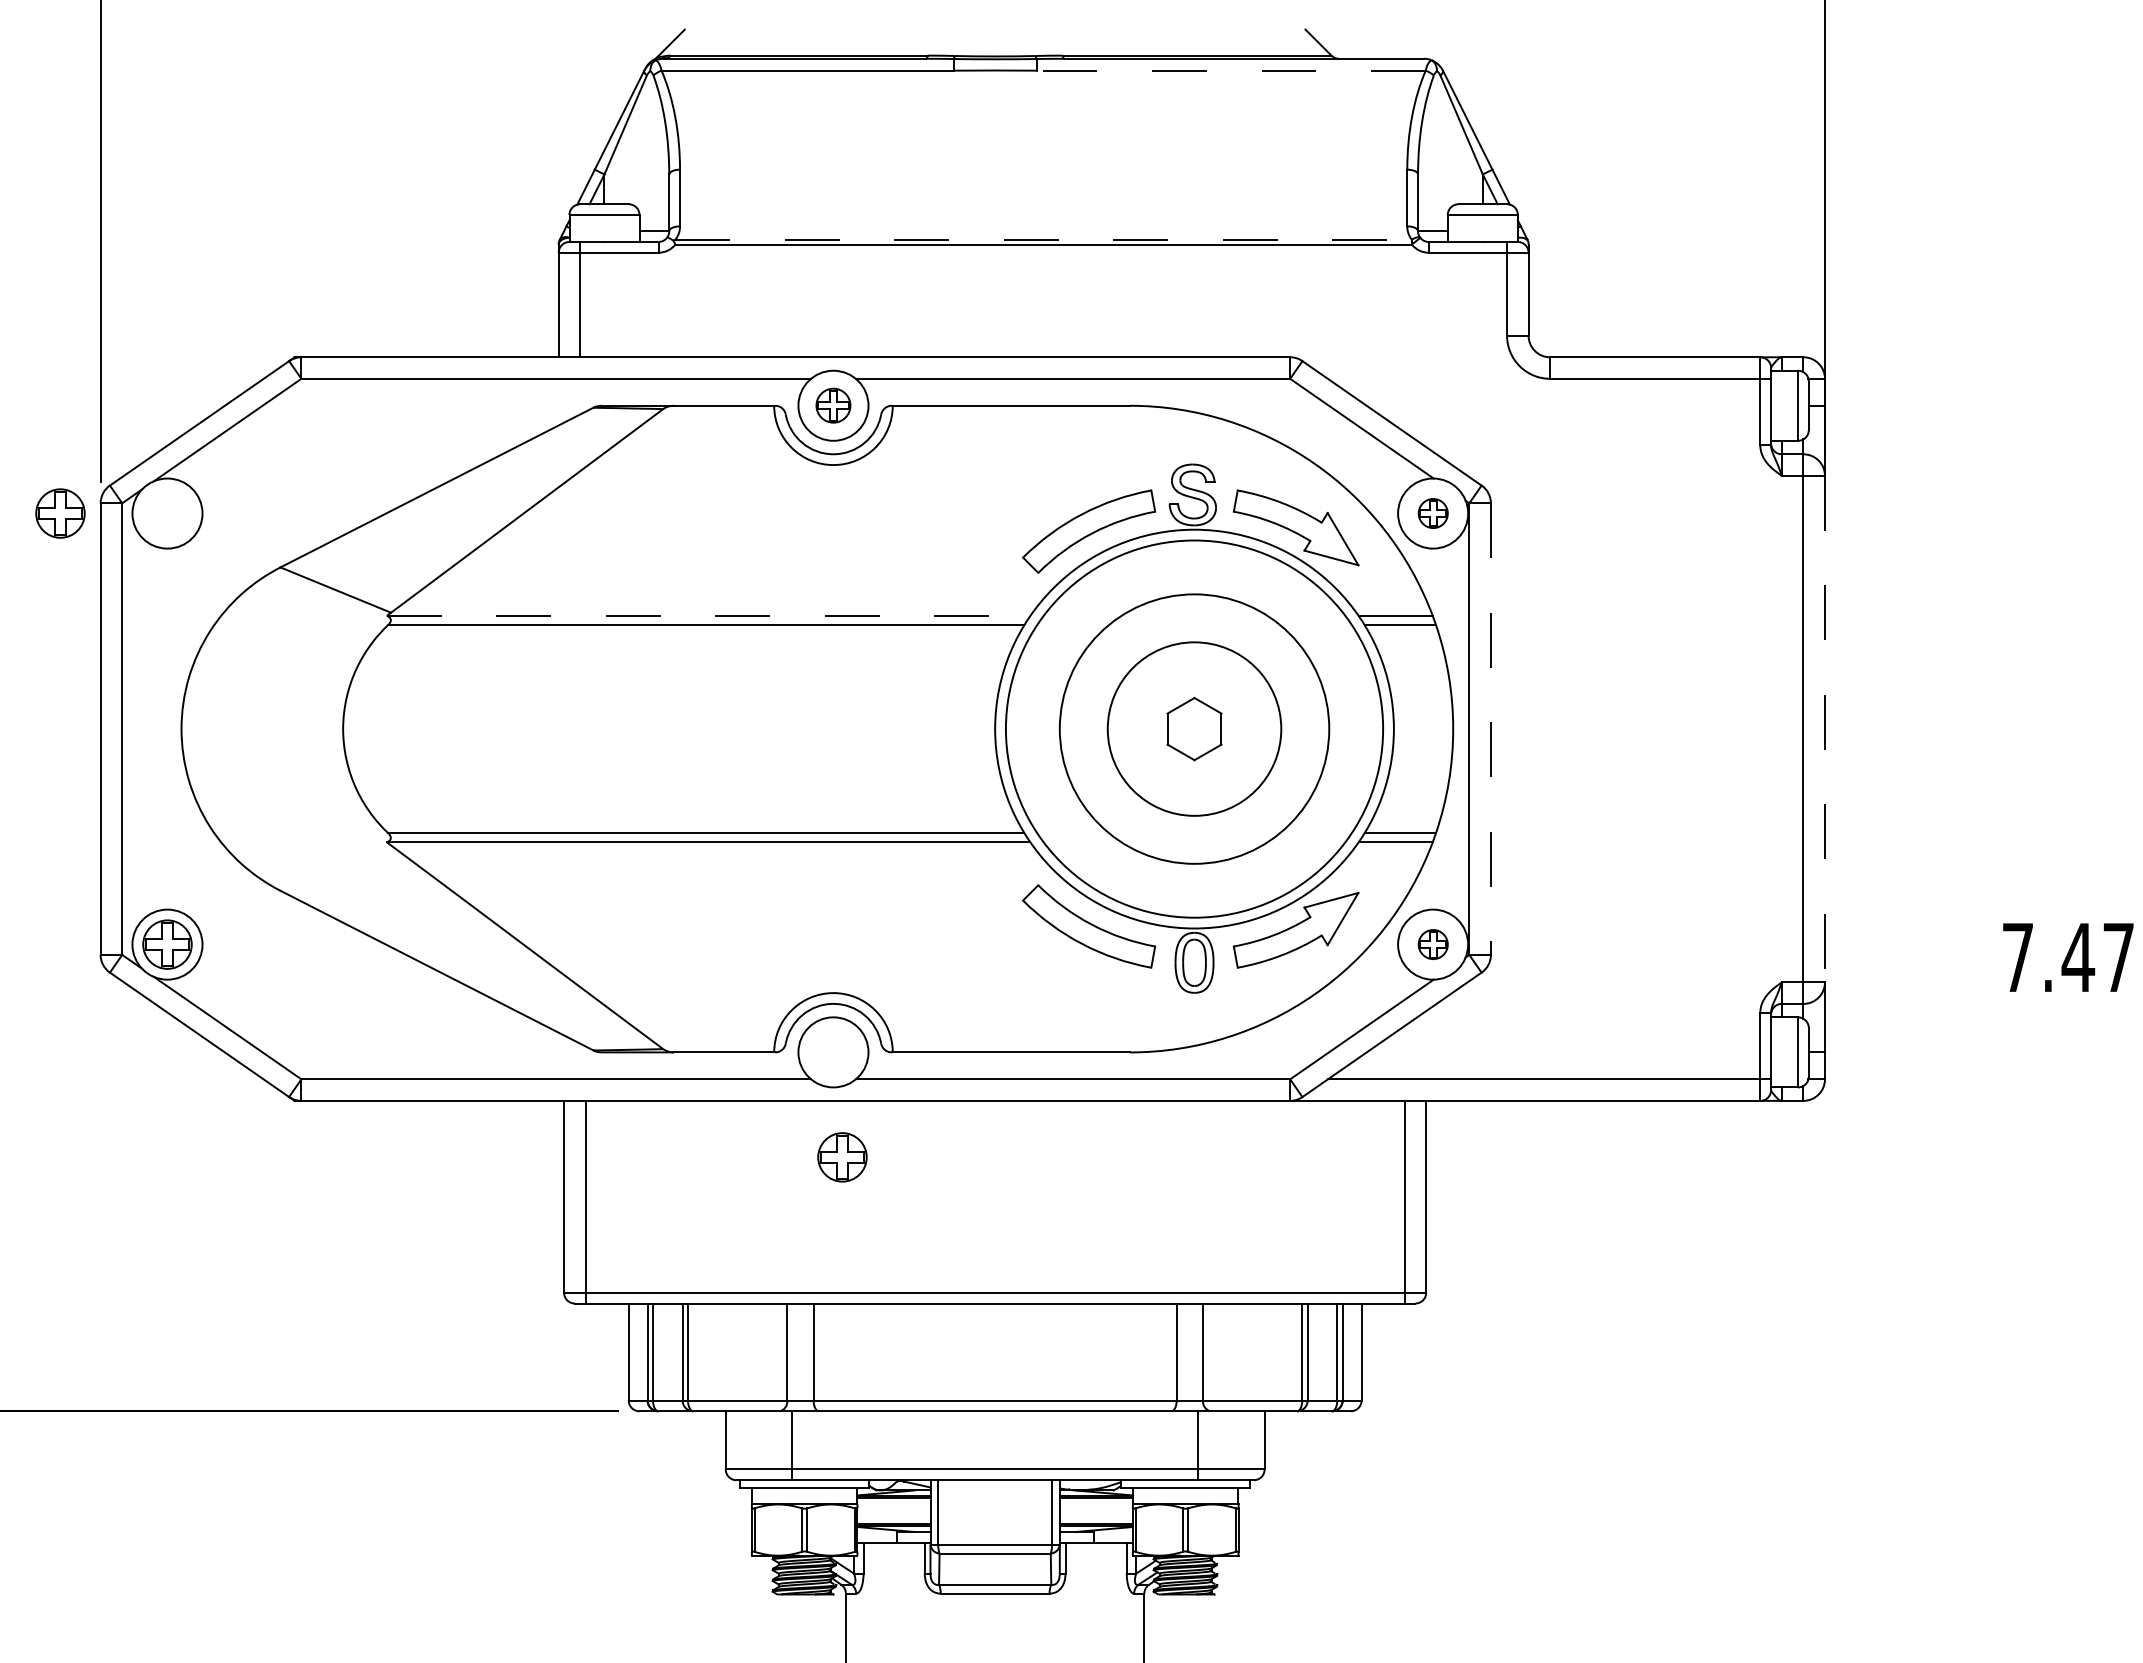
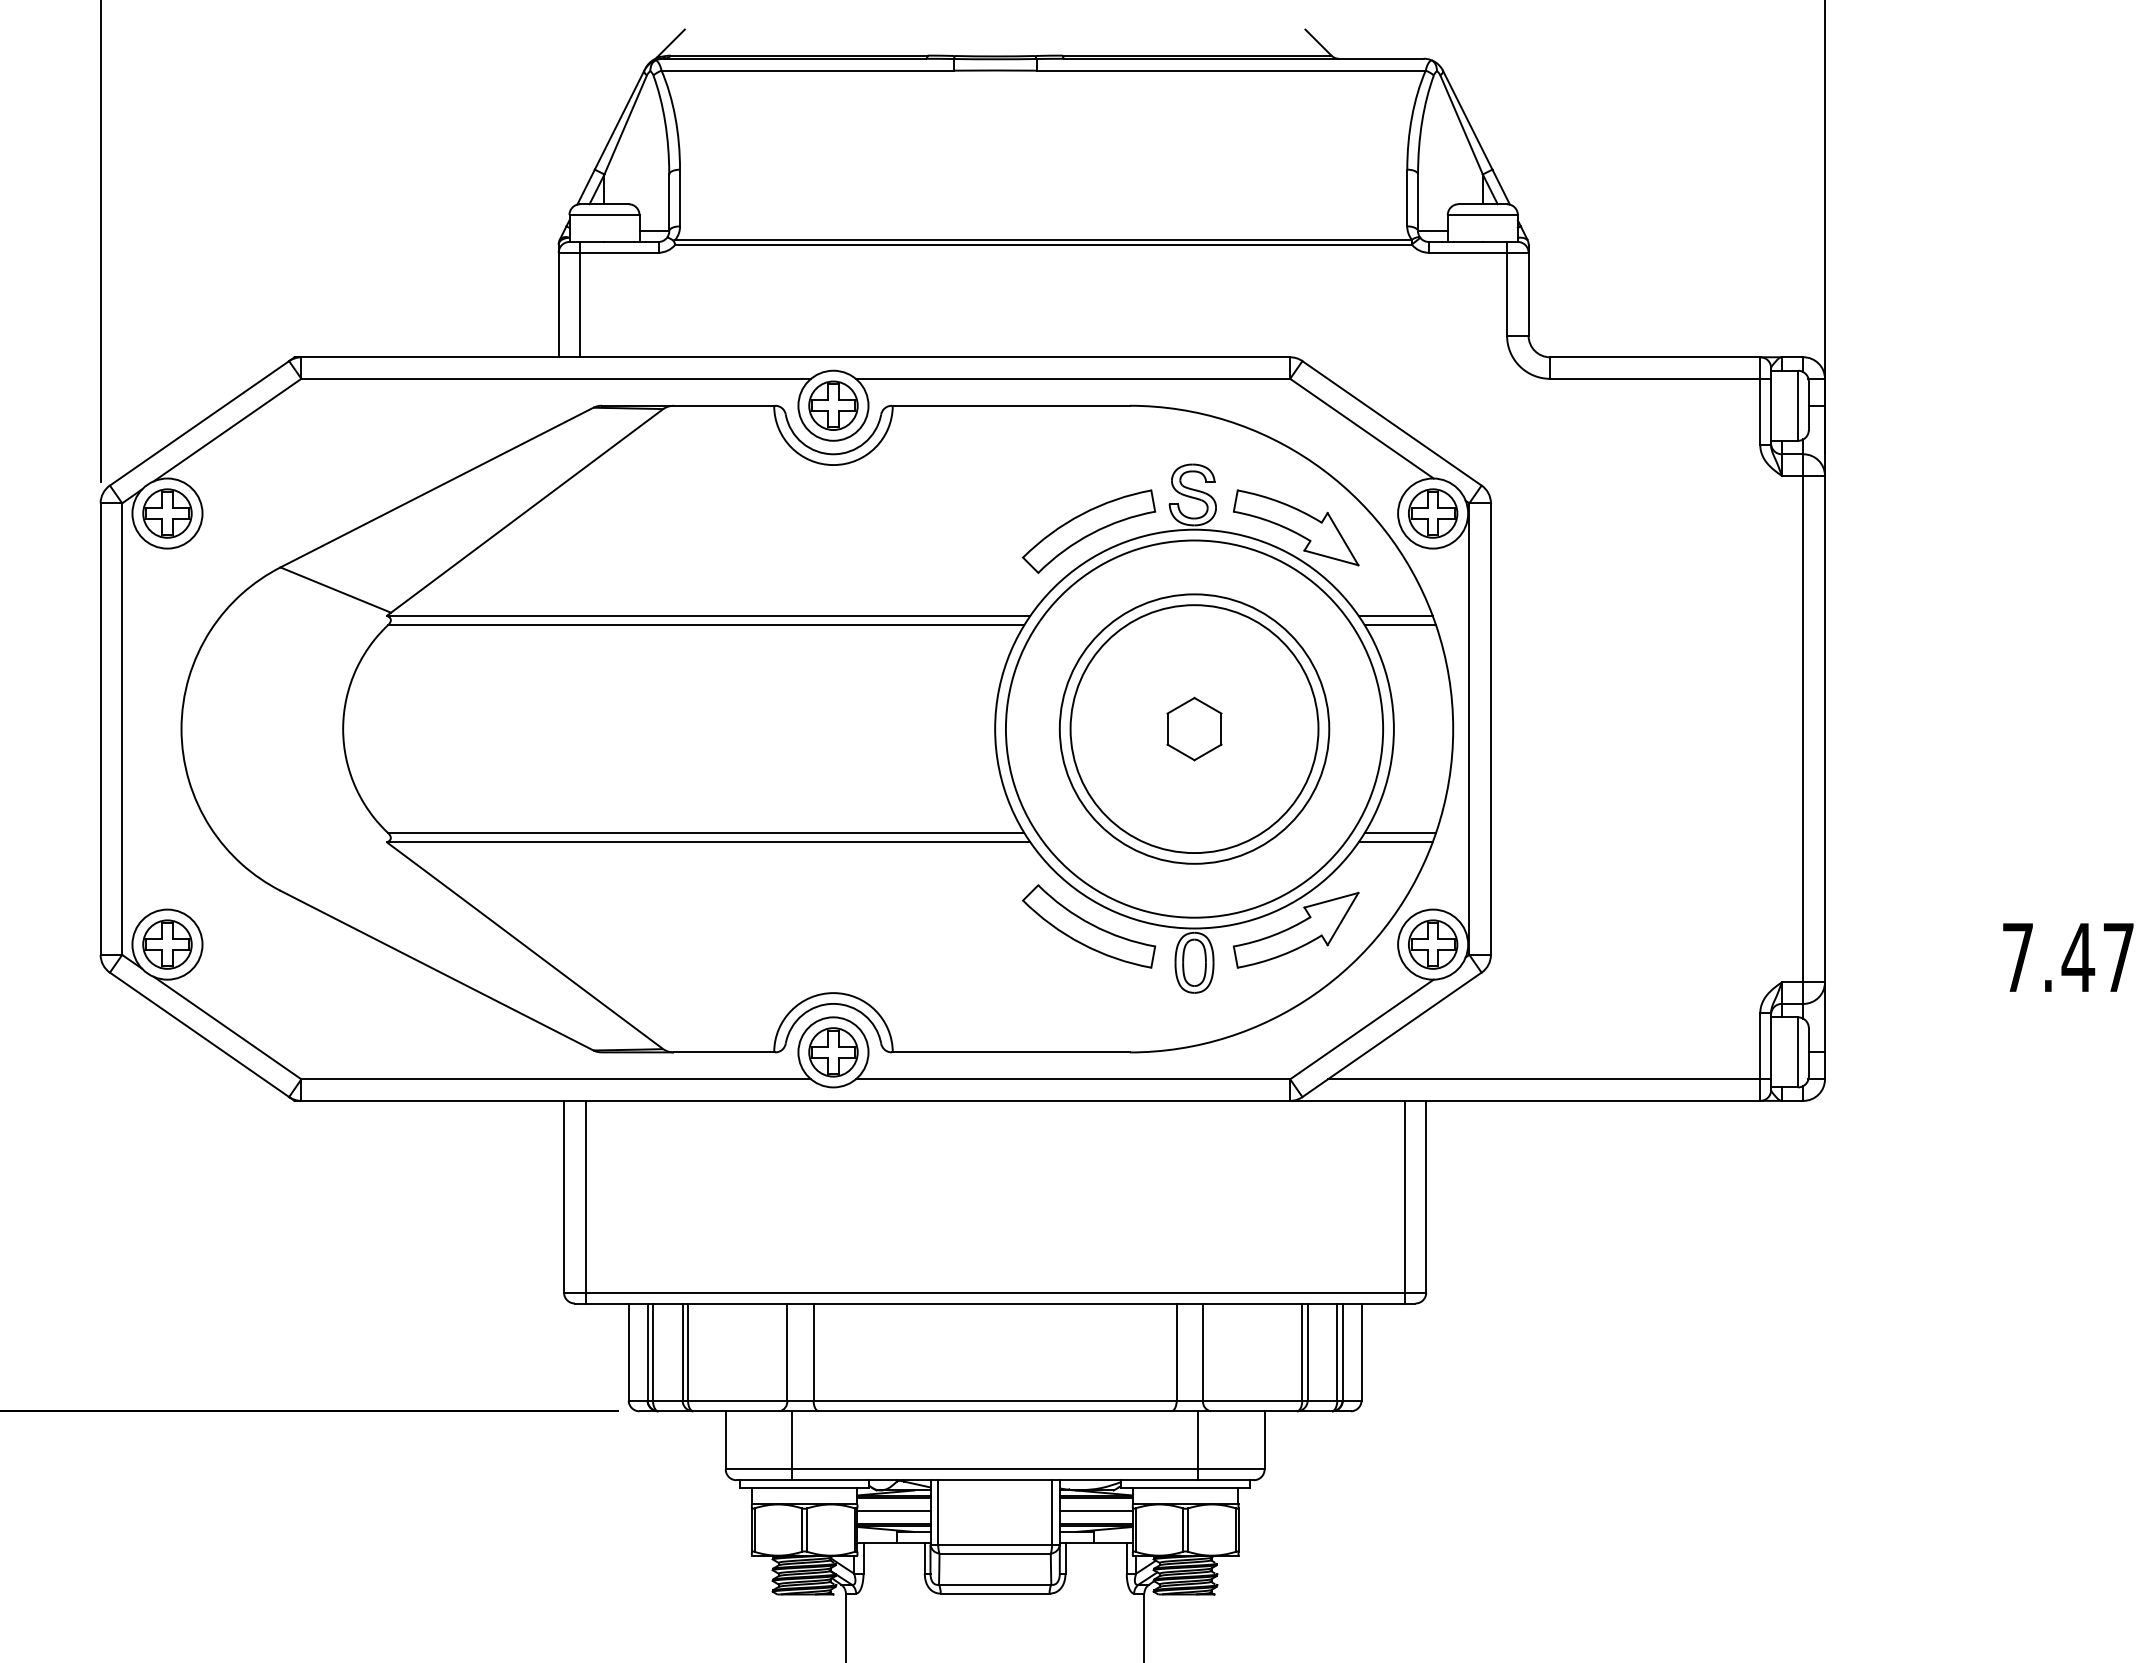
line at (1231, 70): dashed -> solid
line at (1044, 239): dashed -> solid
part at (833, 405) size: 37x37 px -> 51x51 px
part at (60, 513) position: (60, 513) -> (167, 513)
part at (1432, 513) size: 32x31 px -> 51x51 px
line at (708, 615): dashed -> solid
circle at (1194, 728) diameter: 174 px -> 248 px
line at (1490, 729): dashed -> solid
line at (1825, 729): dashed -> solid
part at (1432, 944) size: 32x31 px -> 51x51 px
part at (842, 1157) position: (842, 1157) -> (833, 1052)
line at (893, 1511): none -> present
line at (1095, 1511): none -> present
